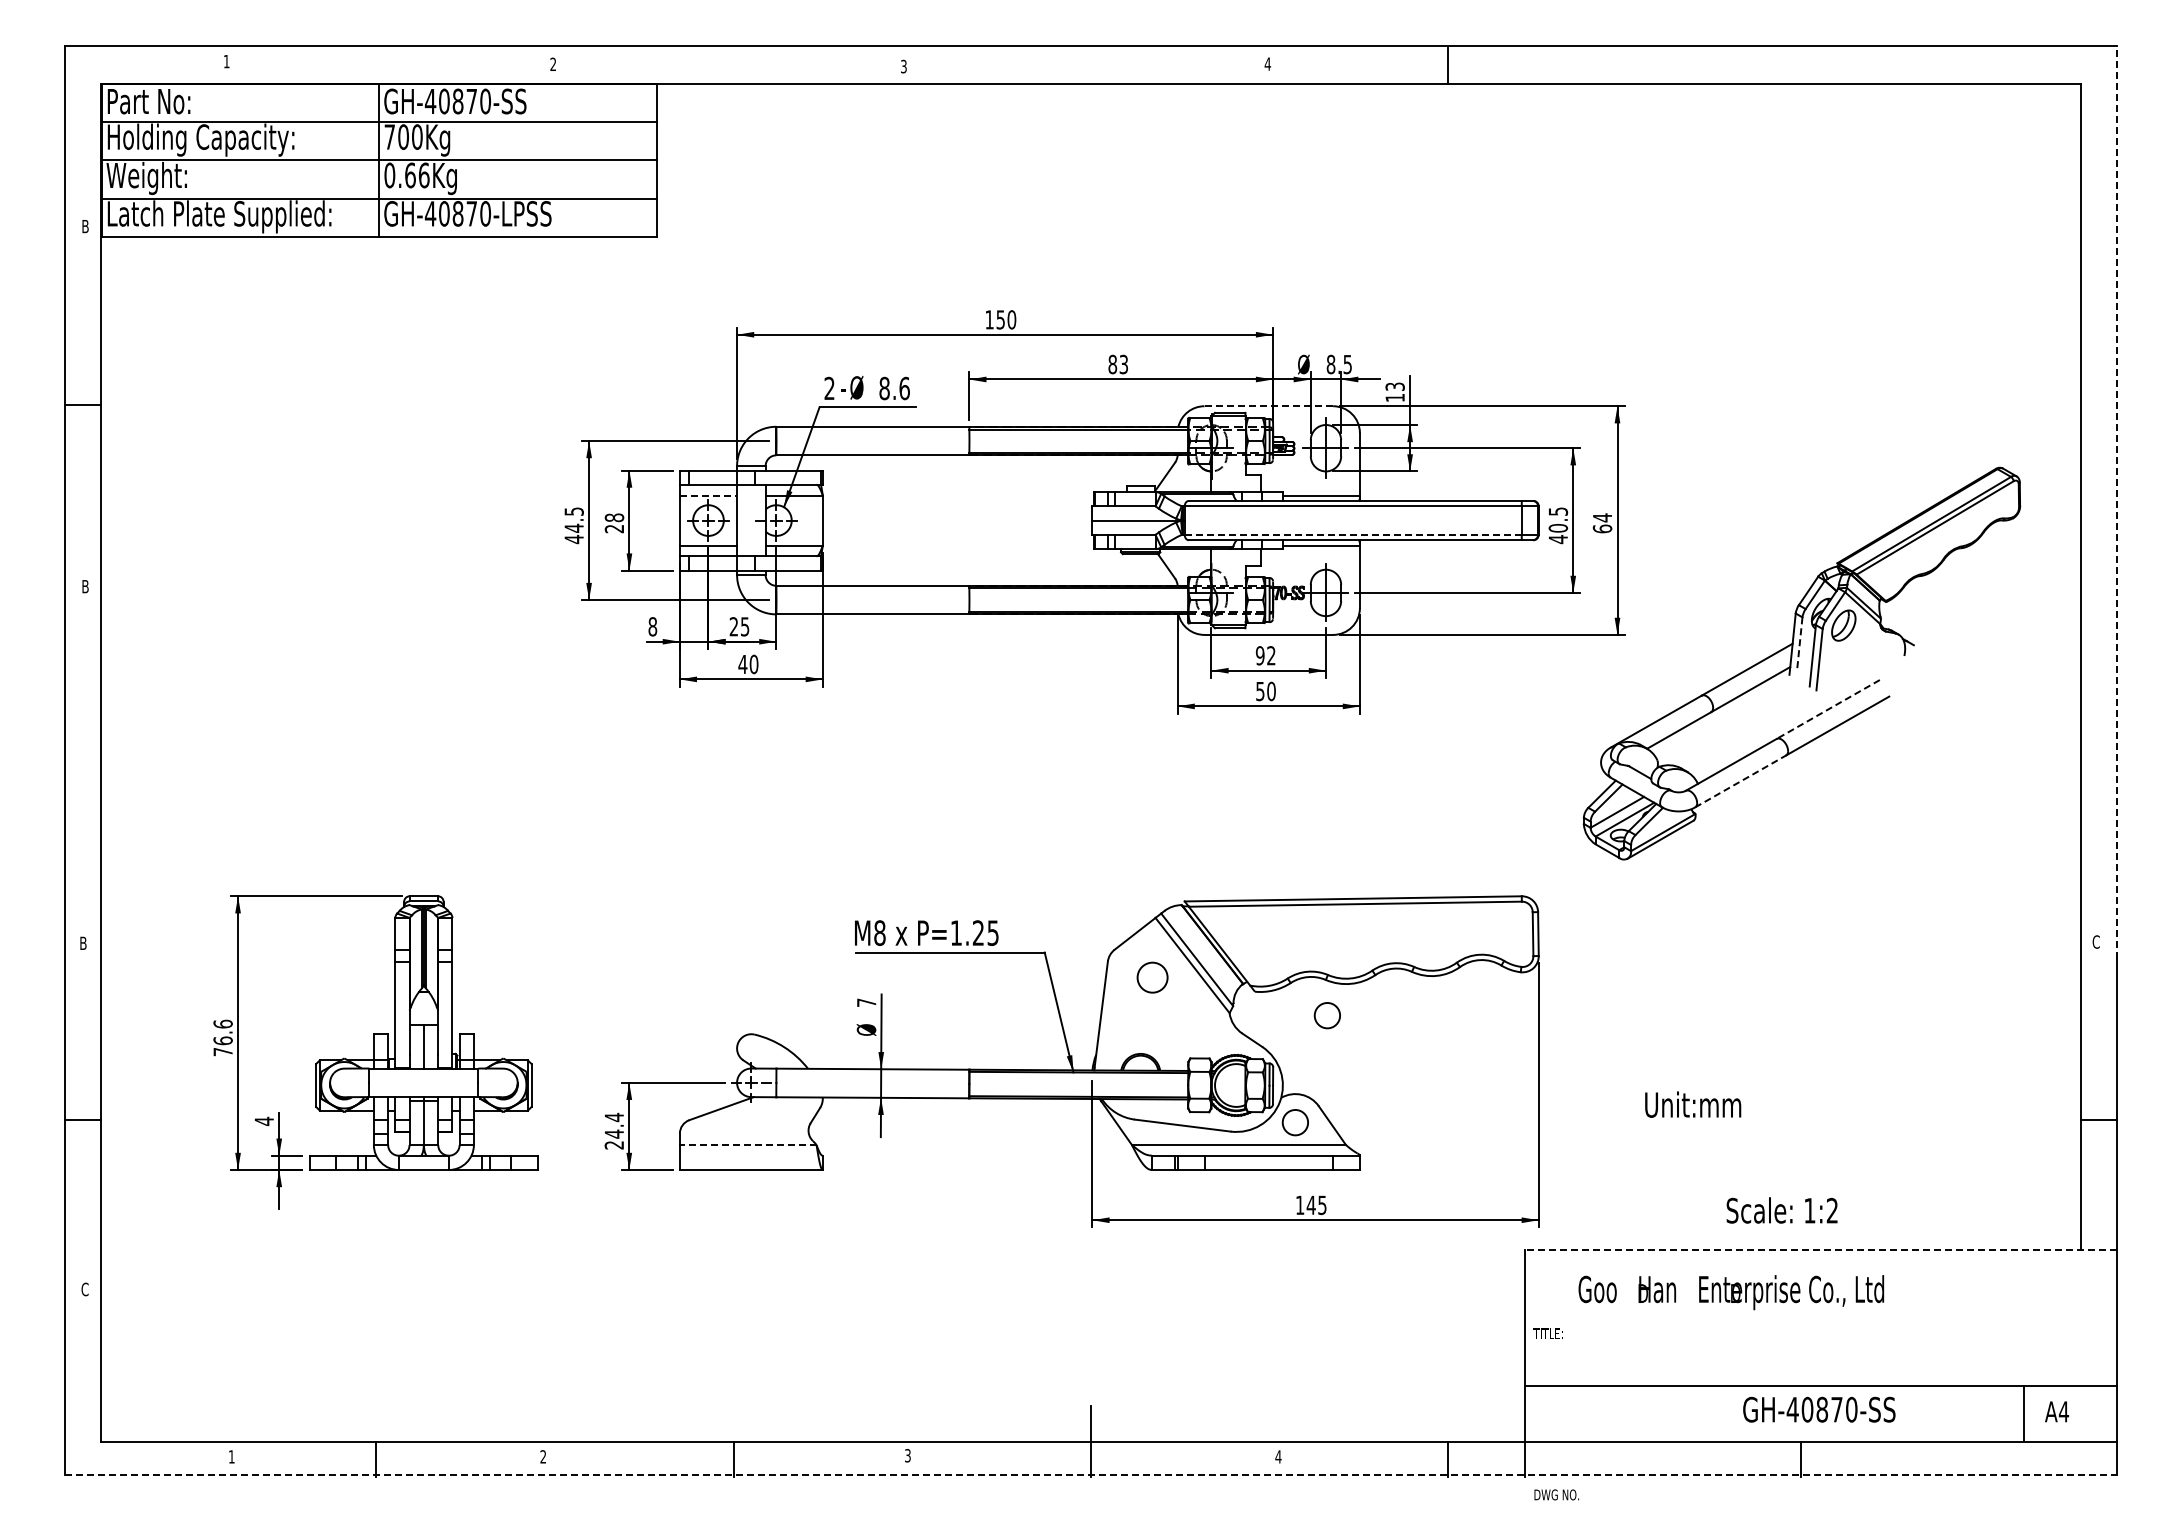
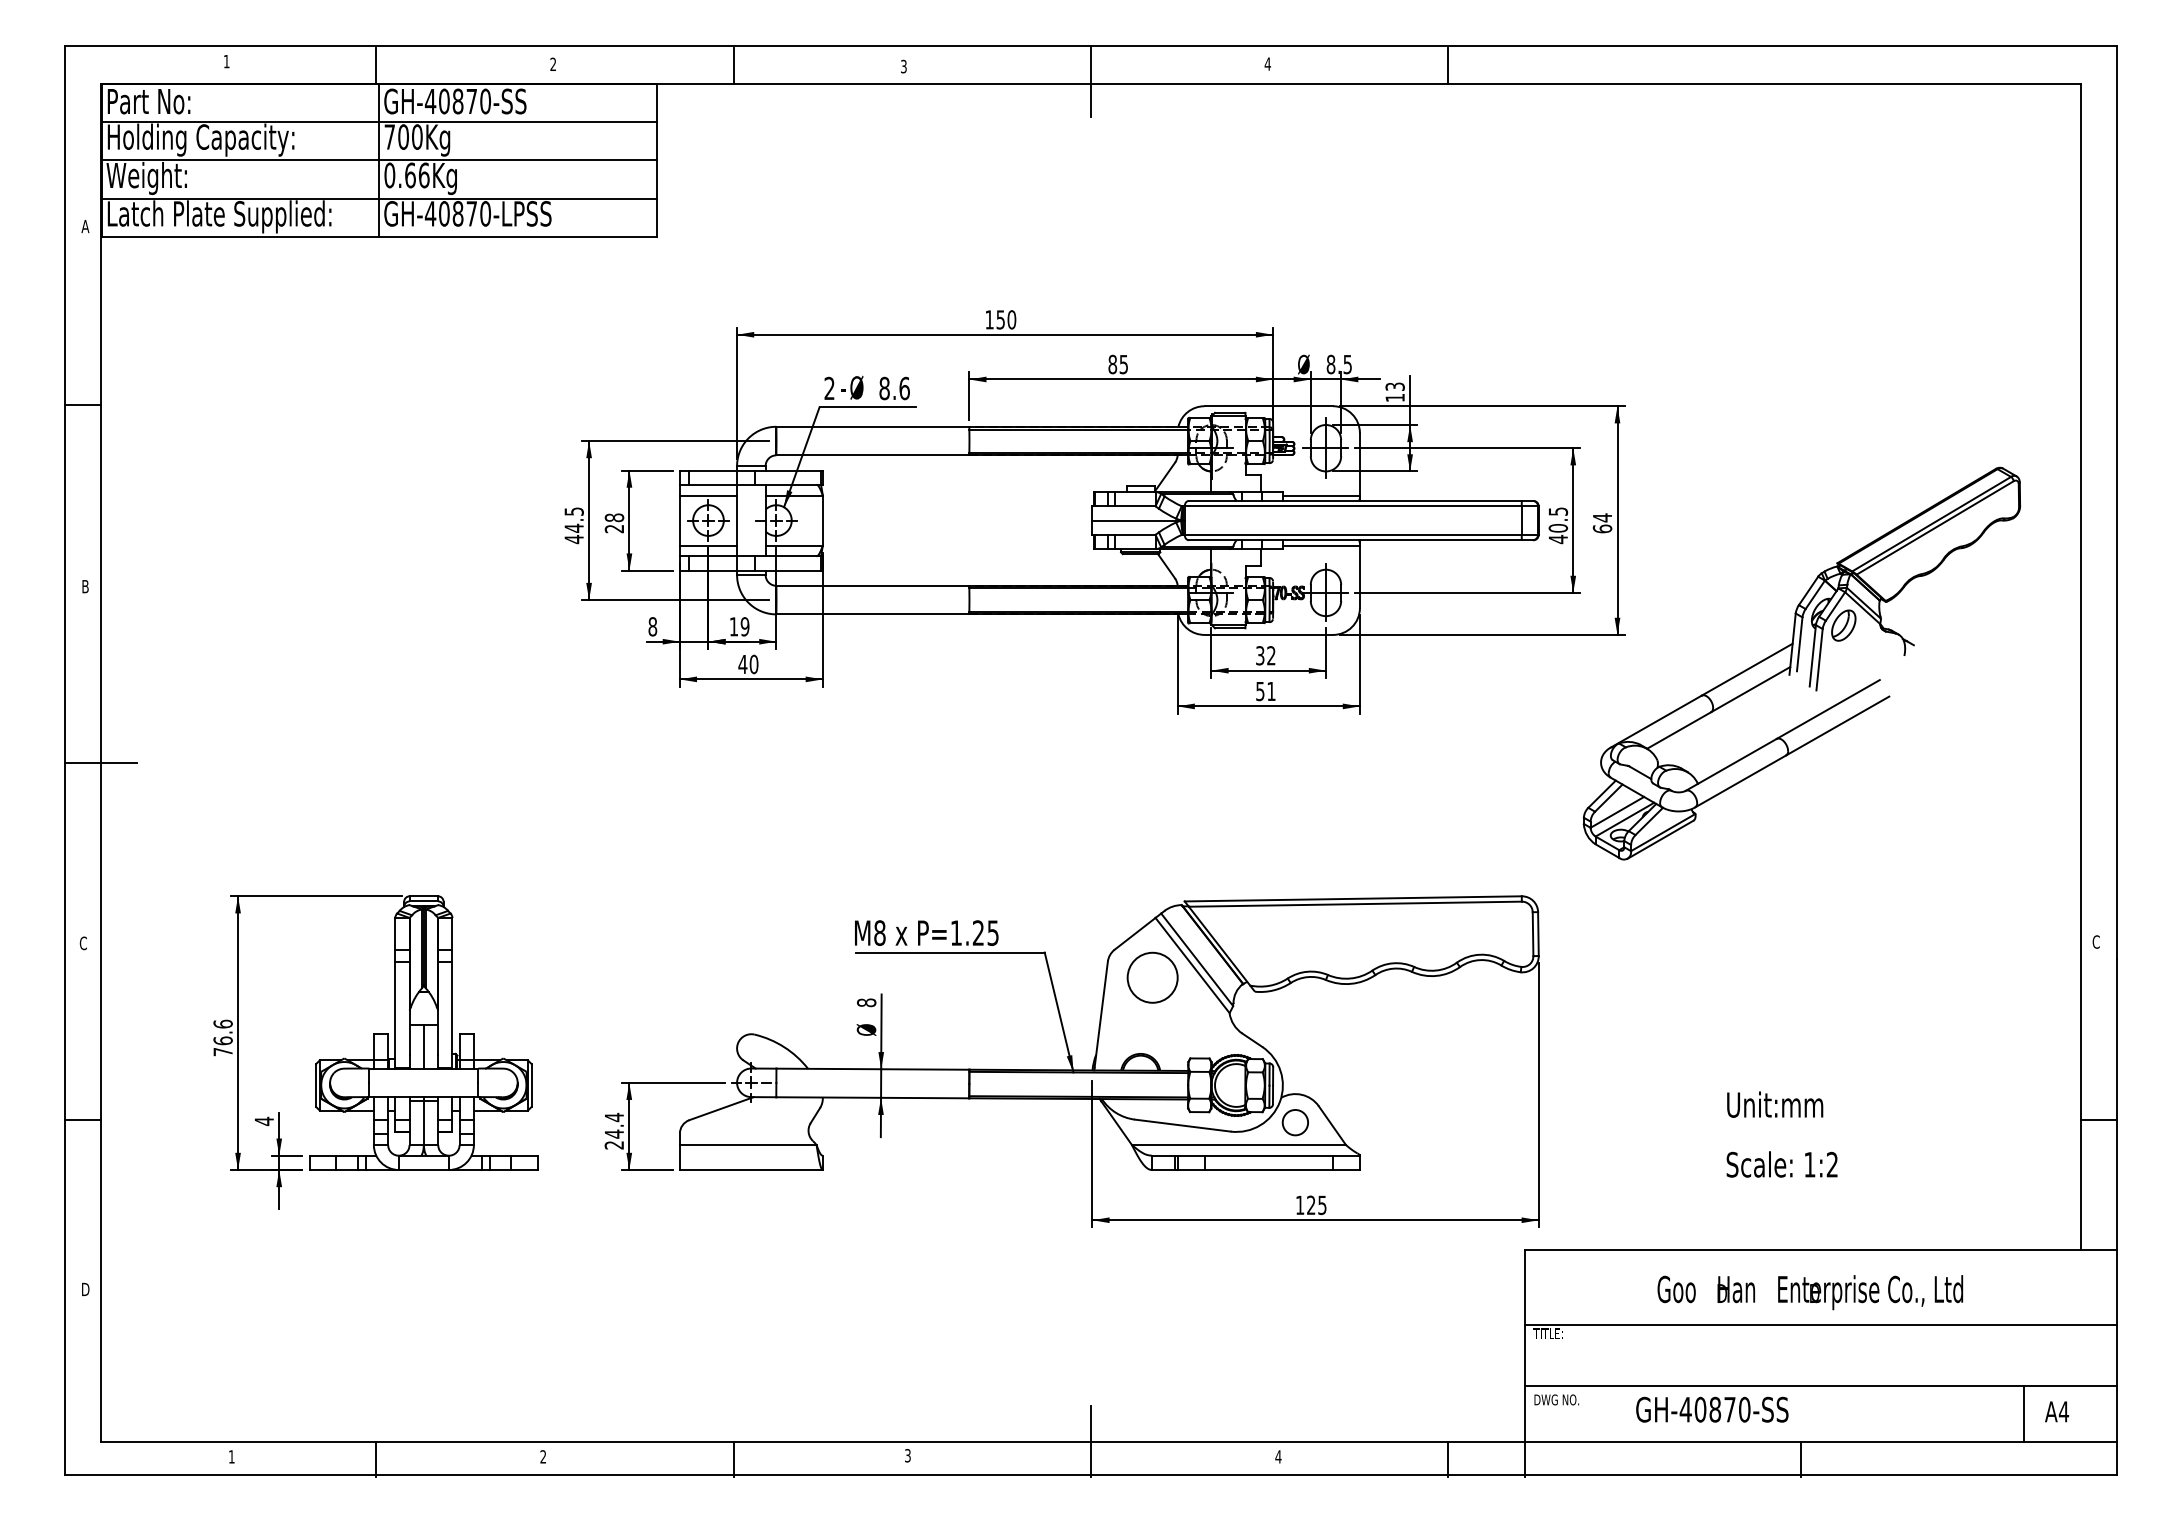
line at (376, 65): none -> present
line at (733, 65): none -> present
line at (1091, 81): none -> present
text at (85, 226): B -> A
text at (1123, 363): 83 -> 85
line at (1269, 406): dashed -> solid
line at (708, 495): dashed -> solid
line at (2116, 501): dashed -> solid
line at (1353, 534): dashed -> solid
text at (739, 626): 25 -> 19
line at (1799, 644): dashed -> solid
text at (1259, 655): 92 -> 32
text at (1271, 691): 50 -> 51
line at (1827, 709): dashed -> solid
line at (100, 762): none -> present
line at (1741, 781): dashed -> solid
text at (82, 943): B -> C
circle at (1152, 977) size: 33x33 px -> 53x53 px
text at (866, 1002): 7 -> 8
circle at (1326, 1015): present -> none
text at (1693, 1104) position: (1693, 1104) -> (1775, 1104)
line at (747, 1145): dashed -> solid
text at (1310, 1204): 145 -> 125
text at (1781, 1210) position: (1781, 1210) -> (1781, 1164)
line at (1820, 1249): dashed -> solid
text at (85, 1289): C -> D
text at (1731, 1292) position: (1731, 1292) -> (1810, 1292)
line at (1820, 1325): none -> present
text at (1819, 1409) position: (1819, 1409) -> (1712, 1409)
line at (1091, 1474): dashed -> solid
text at (1556, 1494) position: (1556, 1494) -> (1556, 1399)
